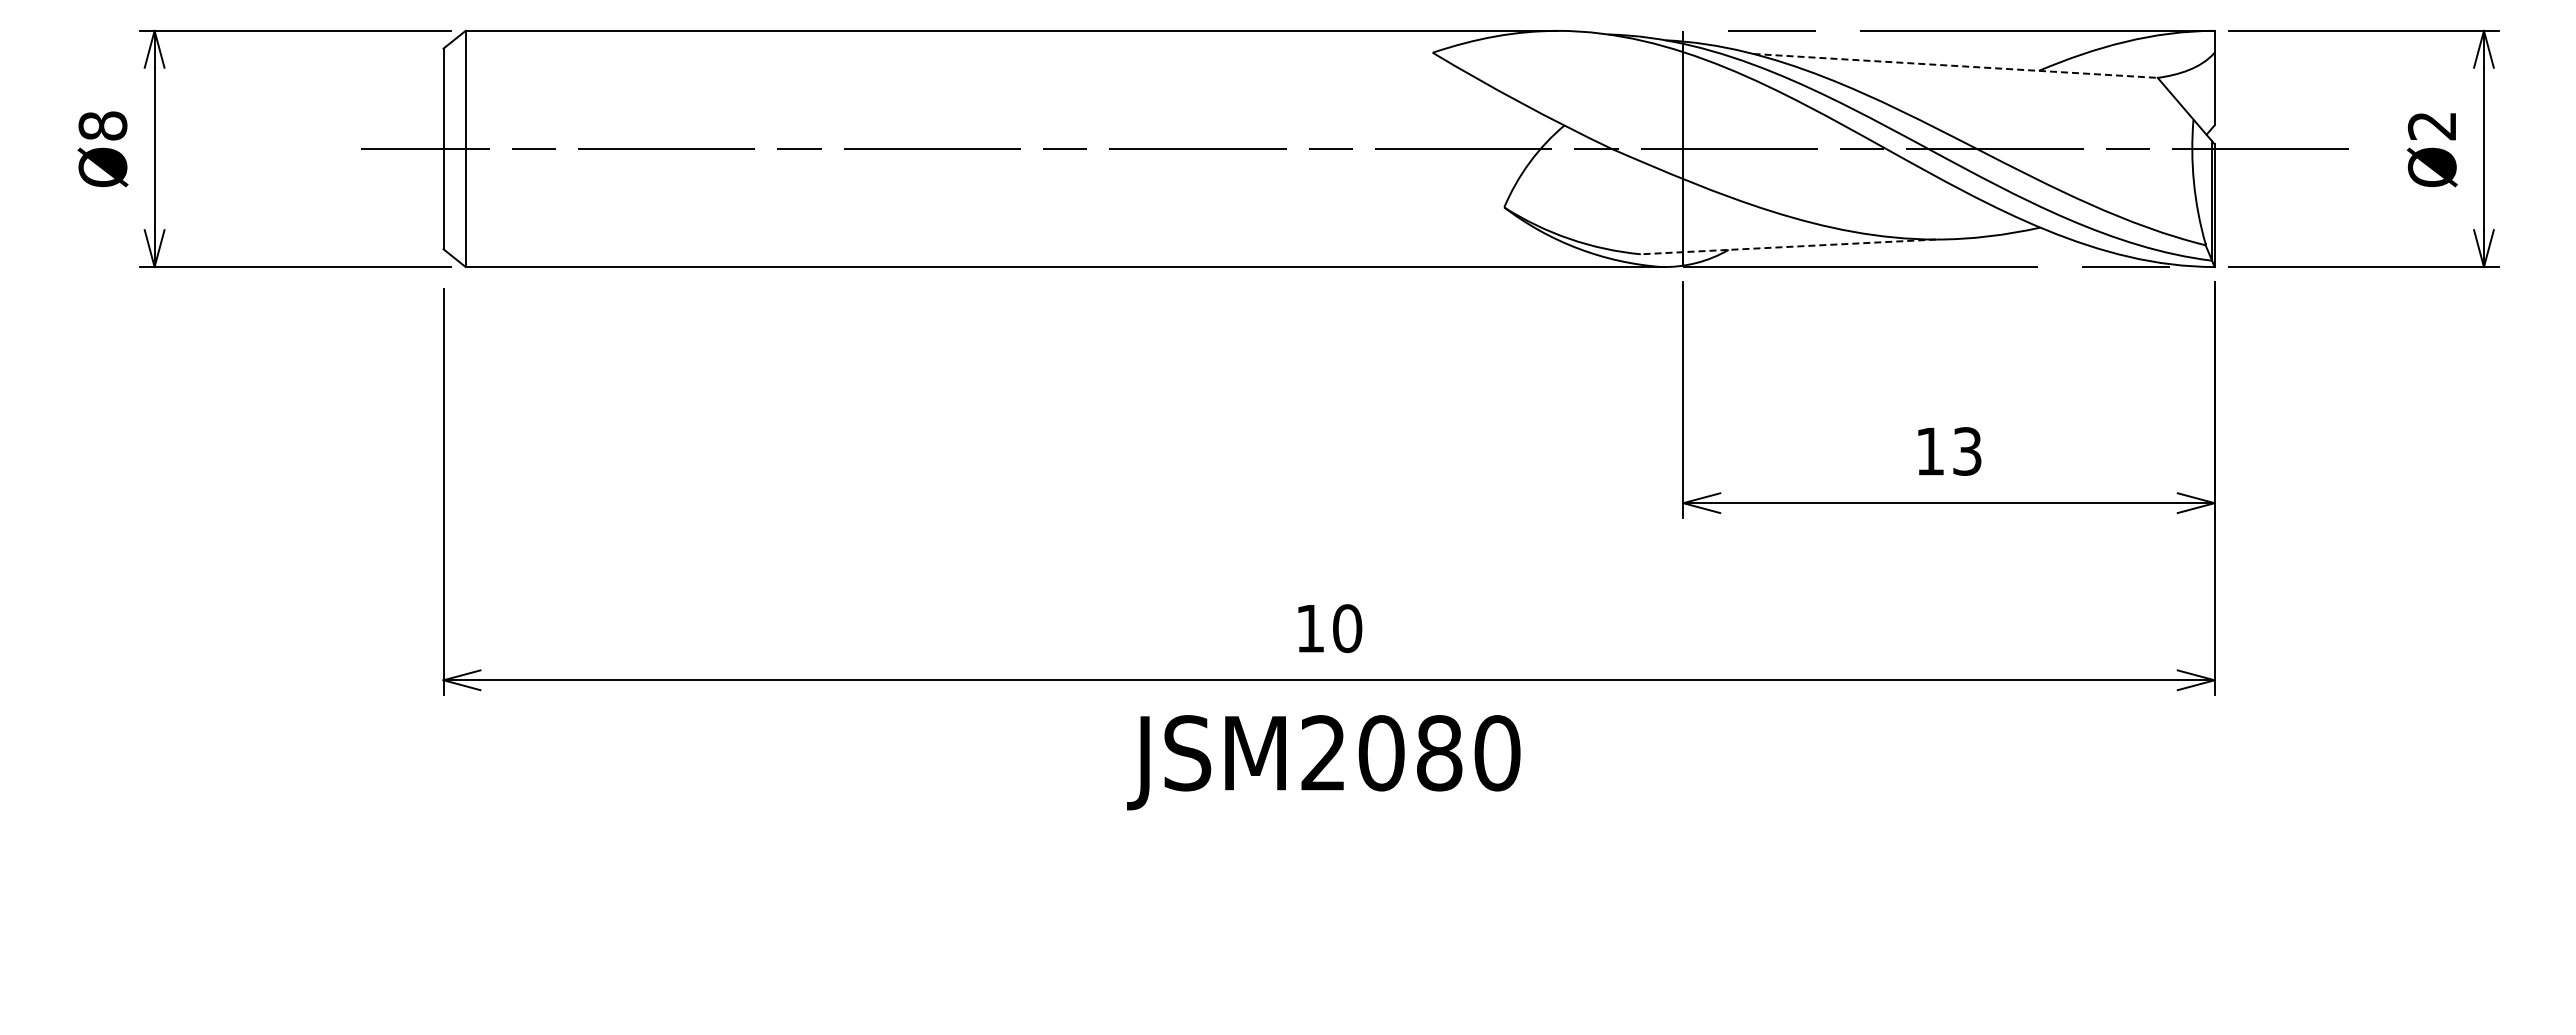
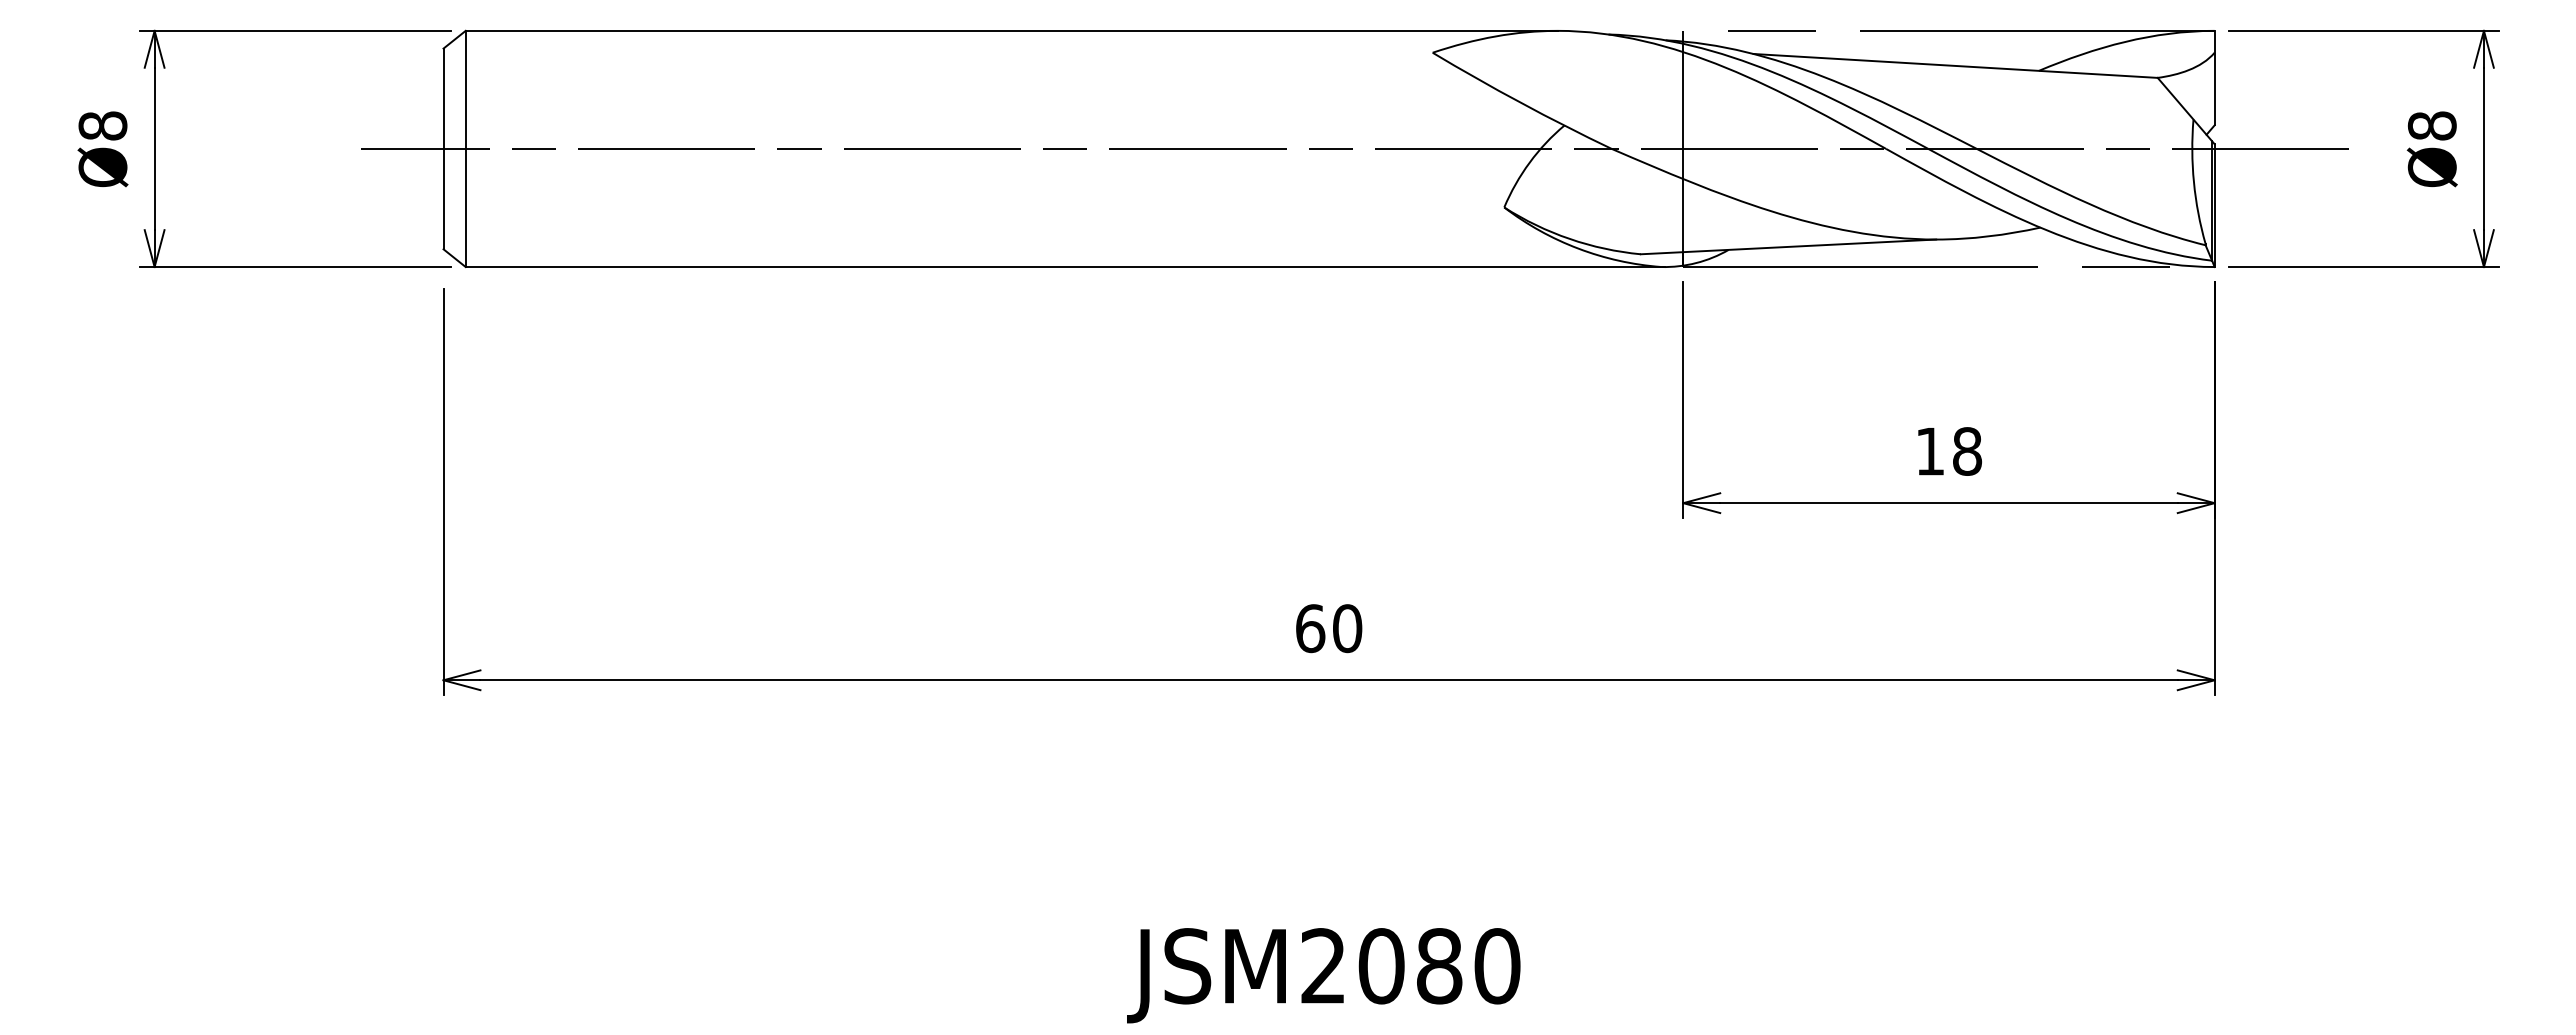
line at (1956, 65): dashed -> solid
text at (2431, 125): Ø2 -> Ø8
line at (1788, 246): dashed -> solid
text at (1967, 451): 13 -> 18
text at (1310, 628): 10 -> 60
text at (1323, 762) position: (1323, 762) -> (1323, 975)
